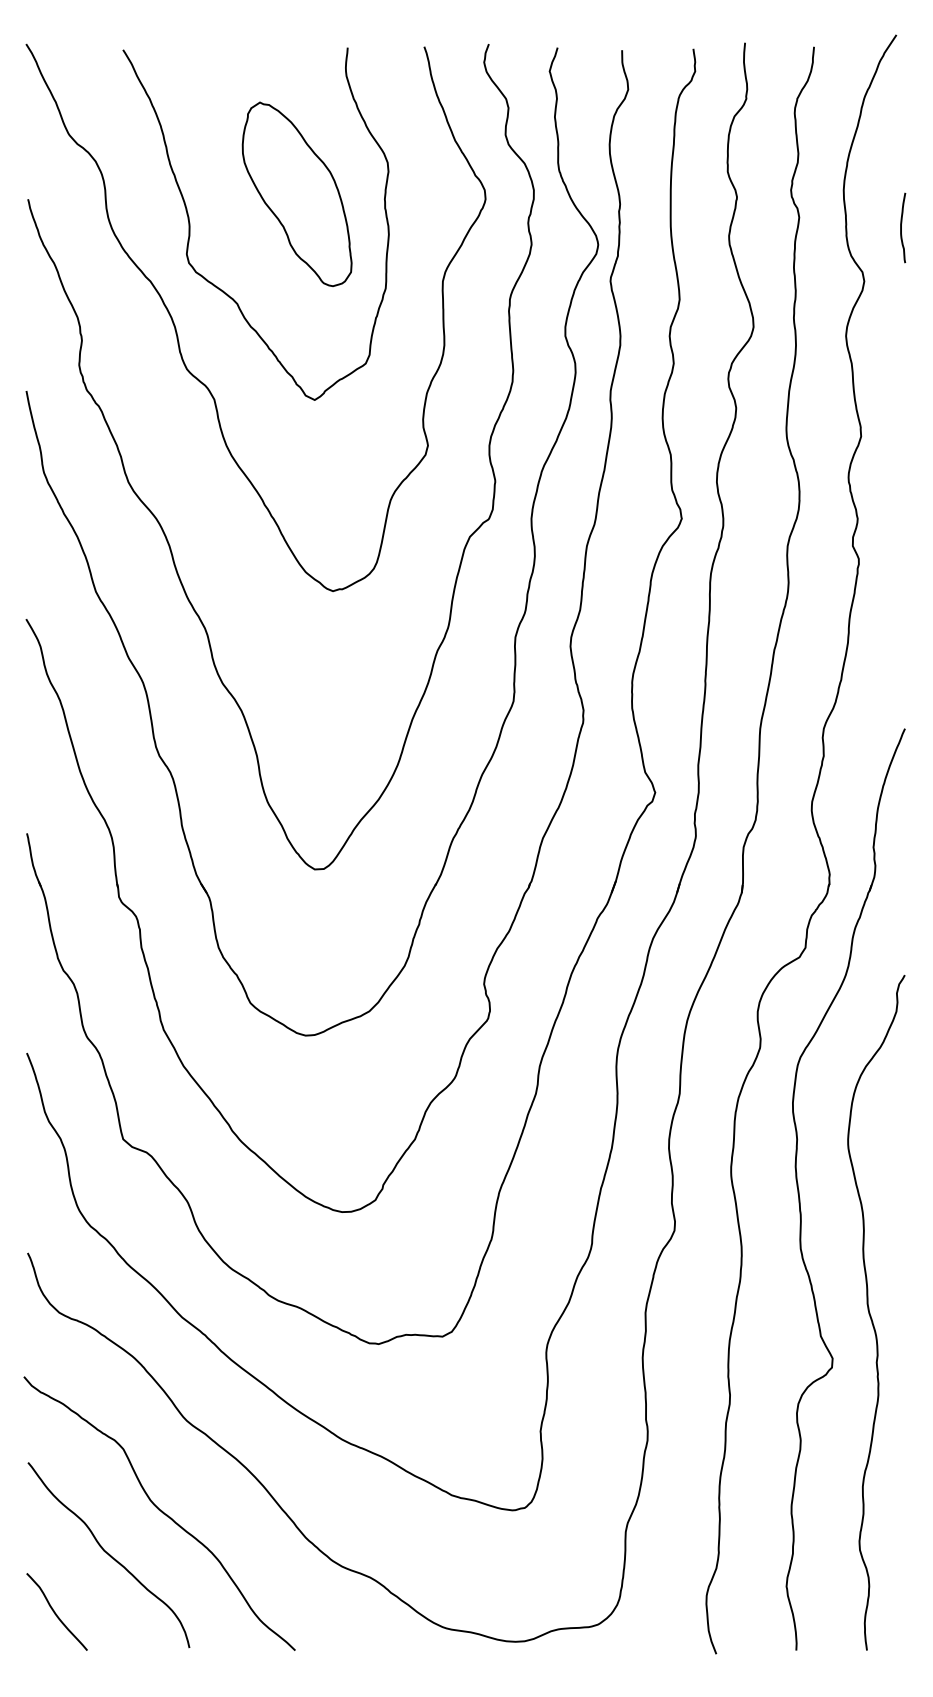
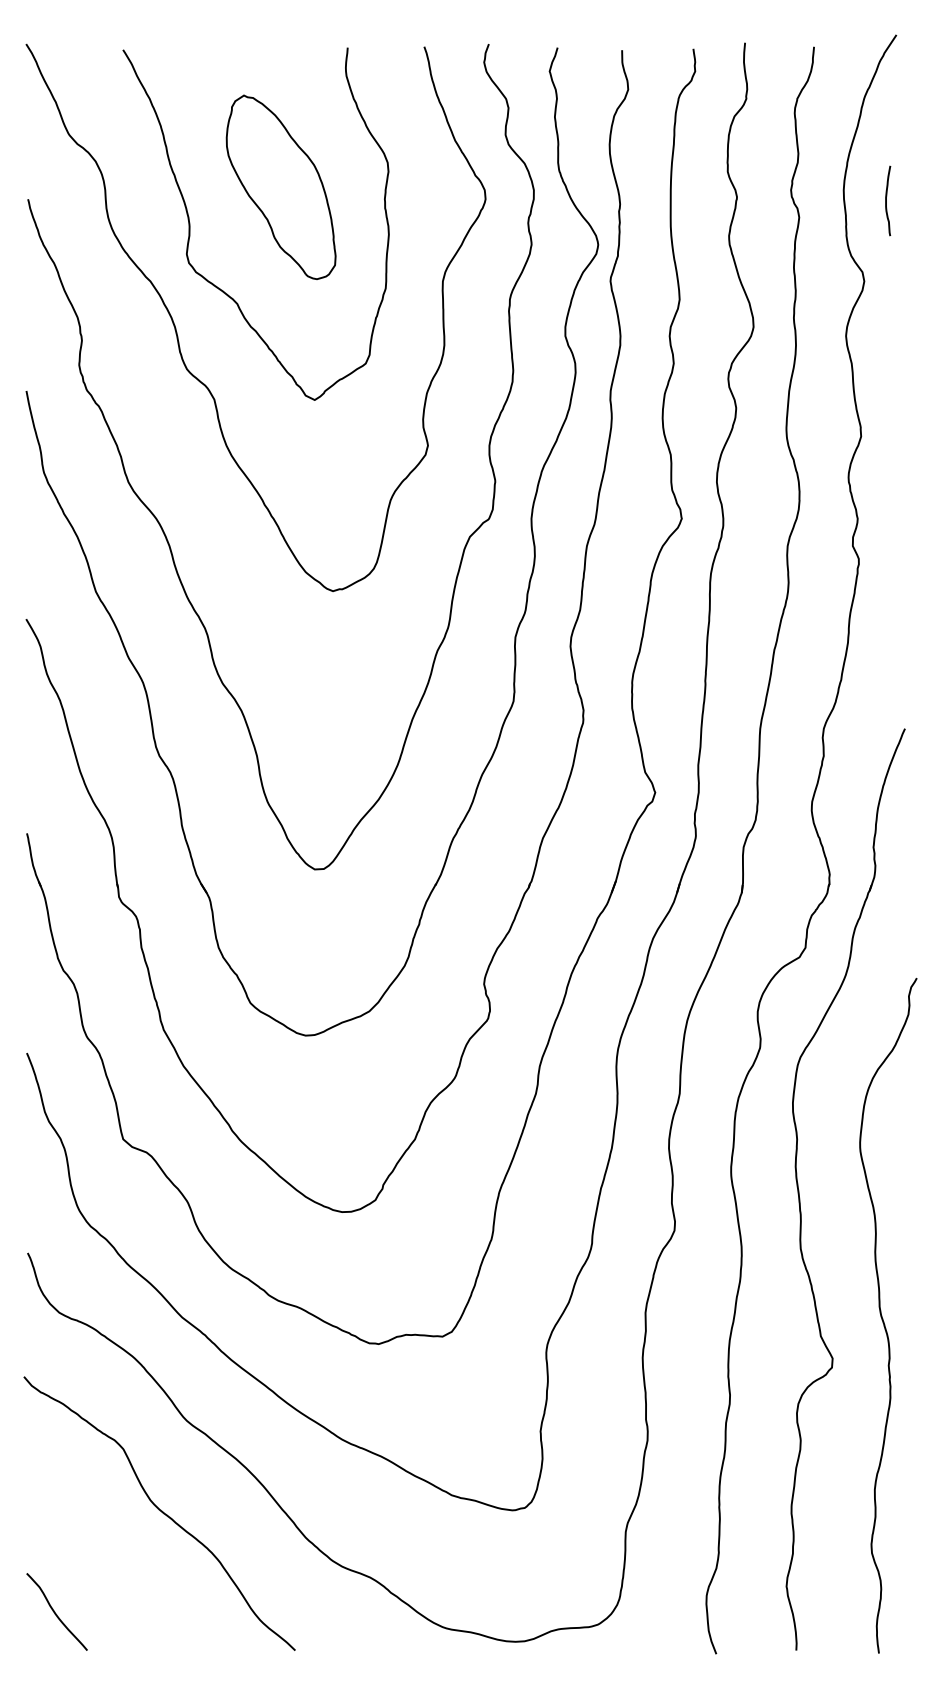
part at (296, 193) position: (296, 193) -> (280, 186)
curve at (901, 227) position: (901, 227) -> (886, 200)
curve at (871, 1315) position: (871, 1315) -> (883, 1318)
curve at (108, 1555): present -> none
